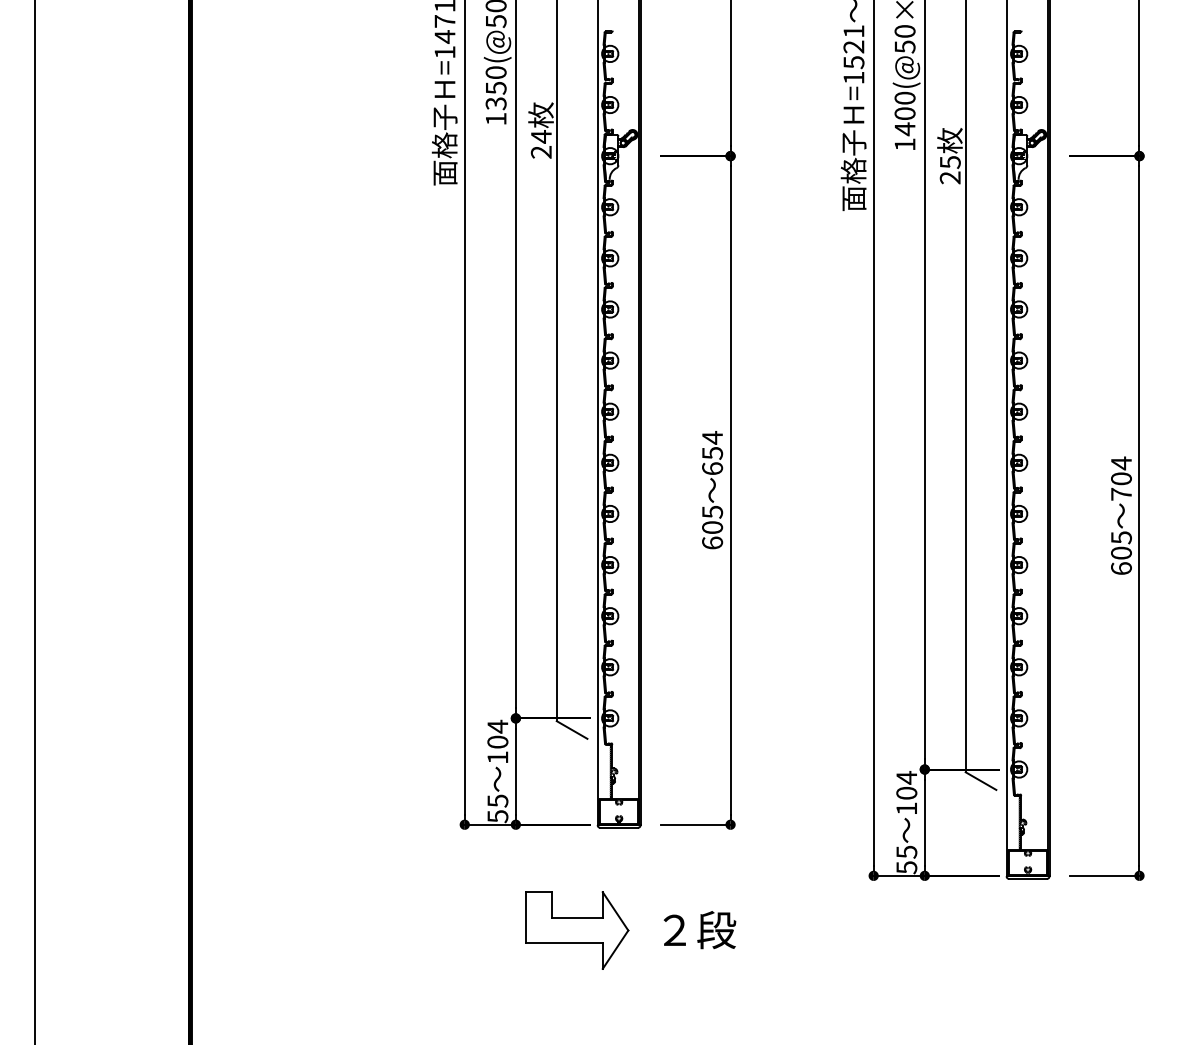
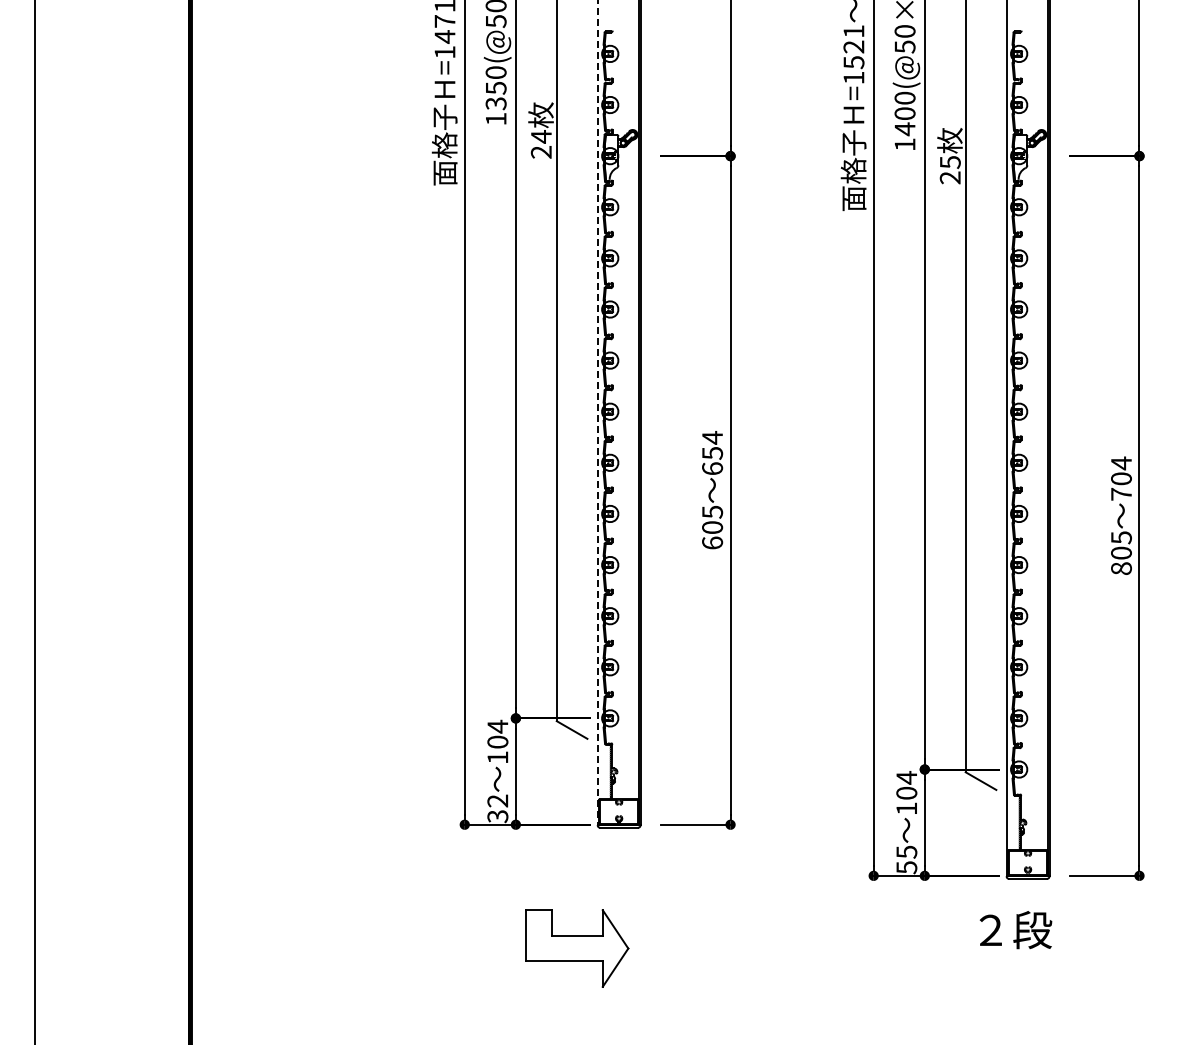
line at (597, 412): solid -> dashed
text at (1121, 568): 605 -> 805
text at (497, 808): 55 -> 32
part at (577, 930) position: (577, 930) -> (577, 948)
text at (699, 930) position: (699, 930) -> (1015, 930)
